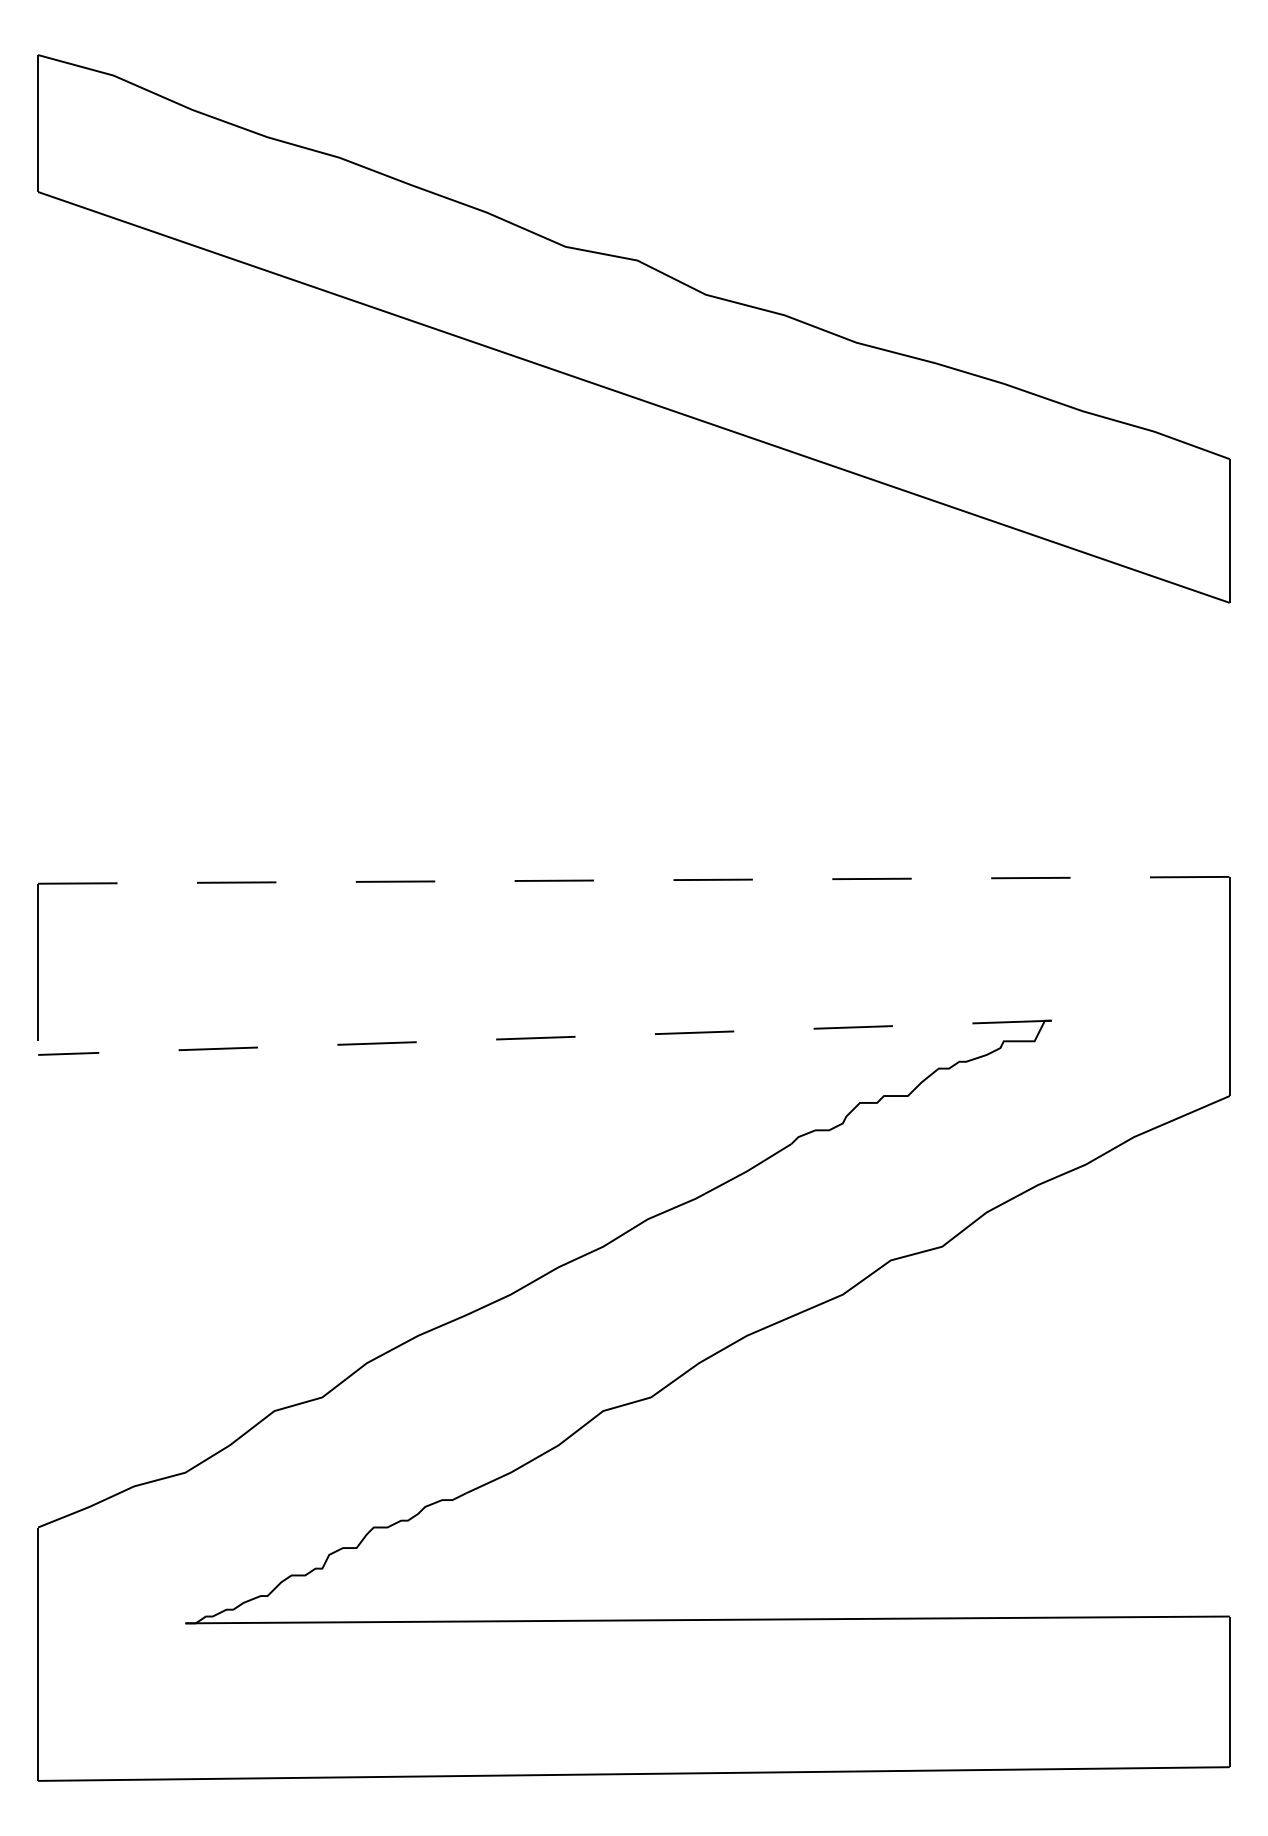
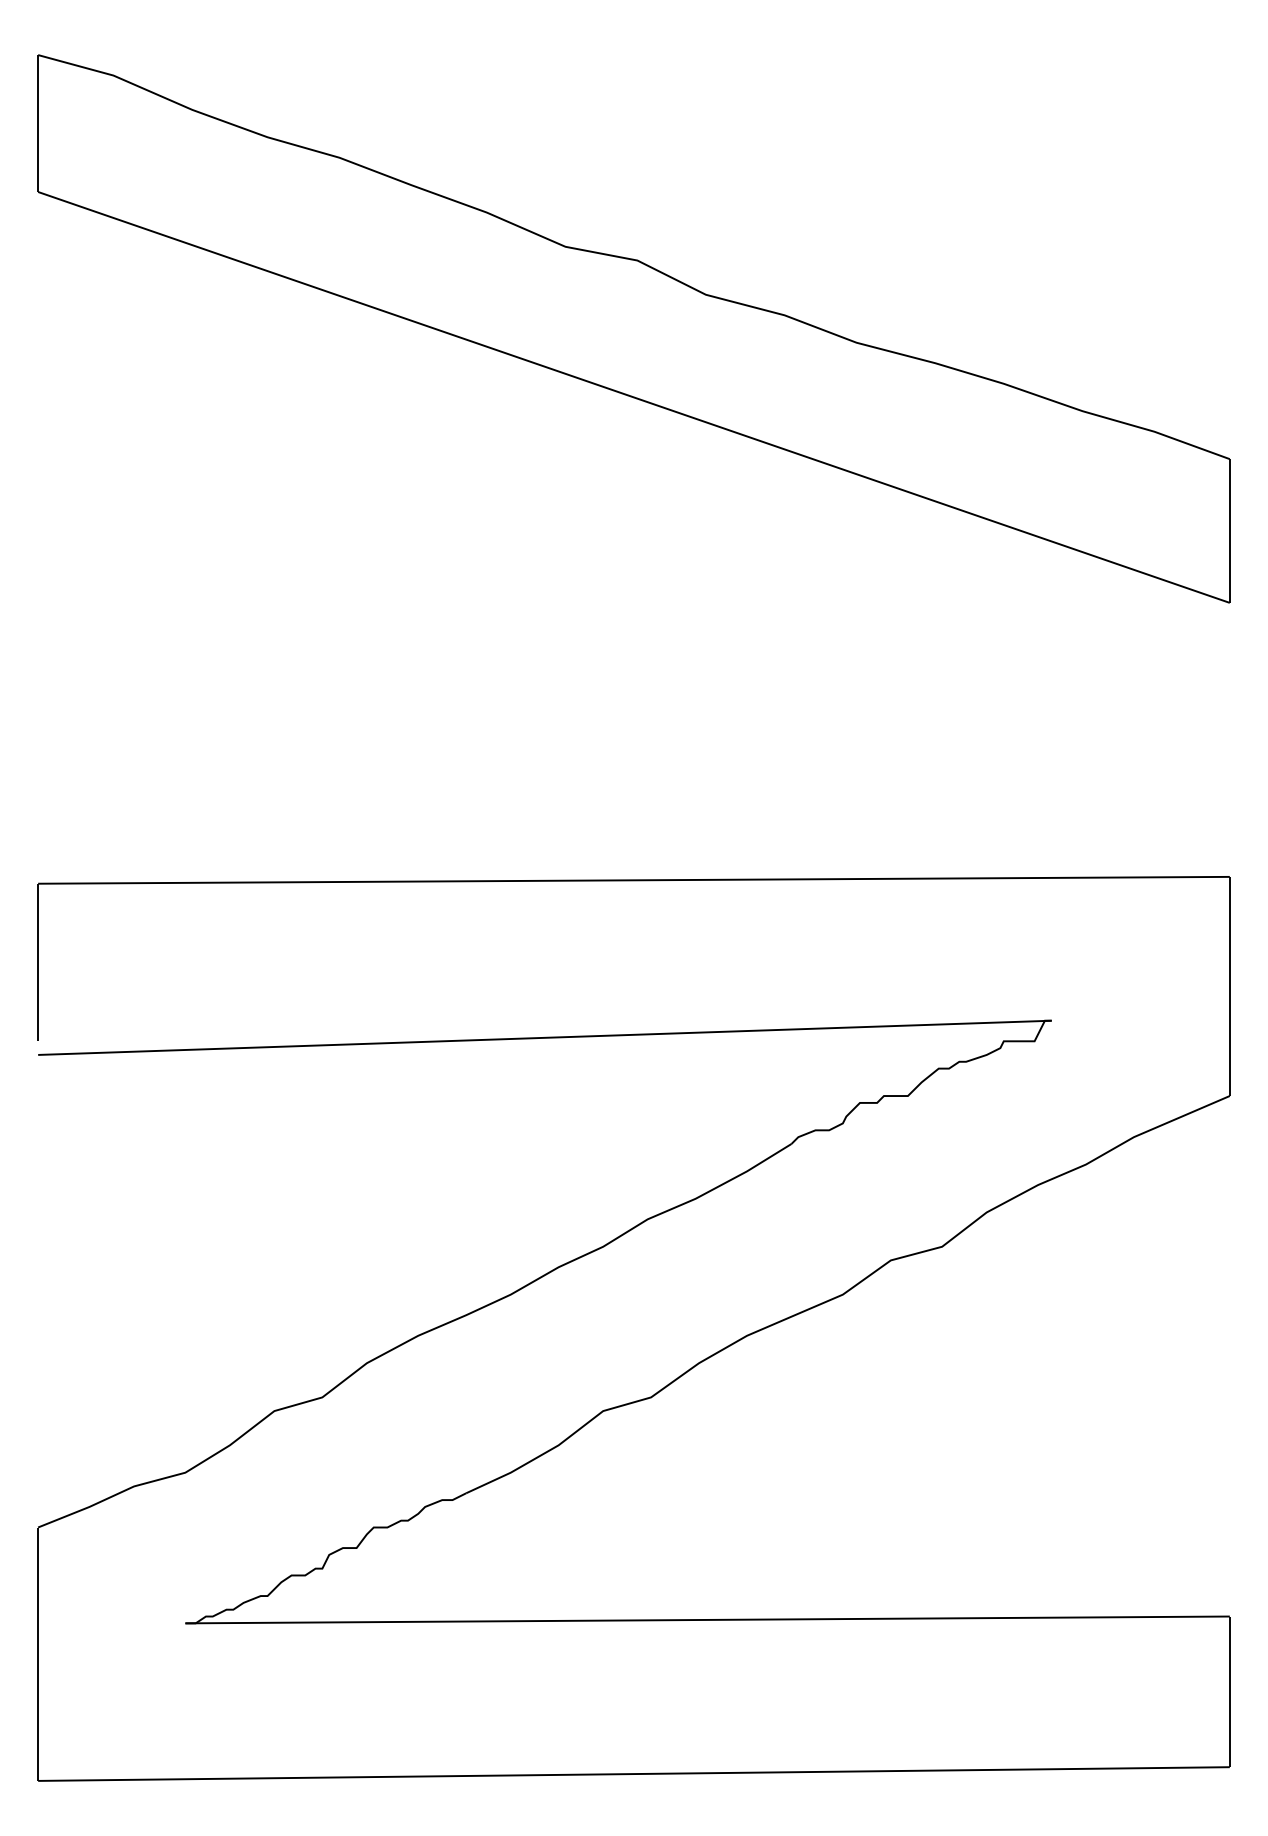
line at (633, 880): dashed -> solid
line at (544, 1037): dashed -> solid
